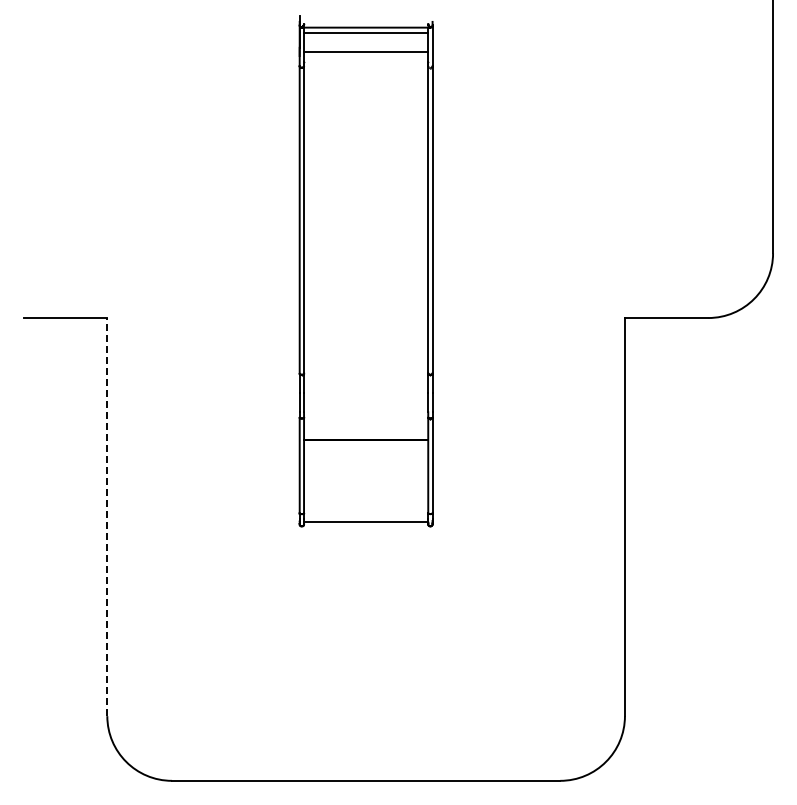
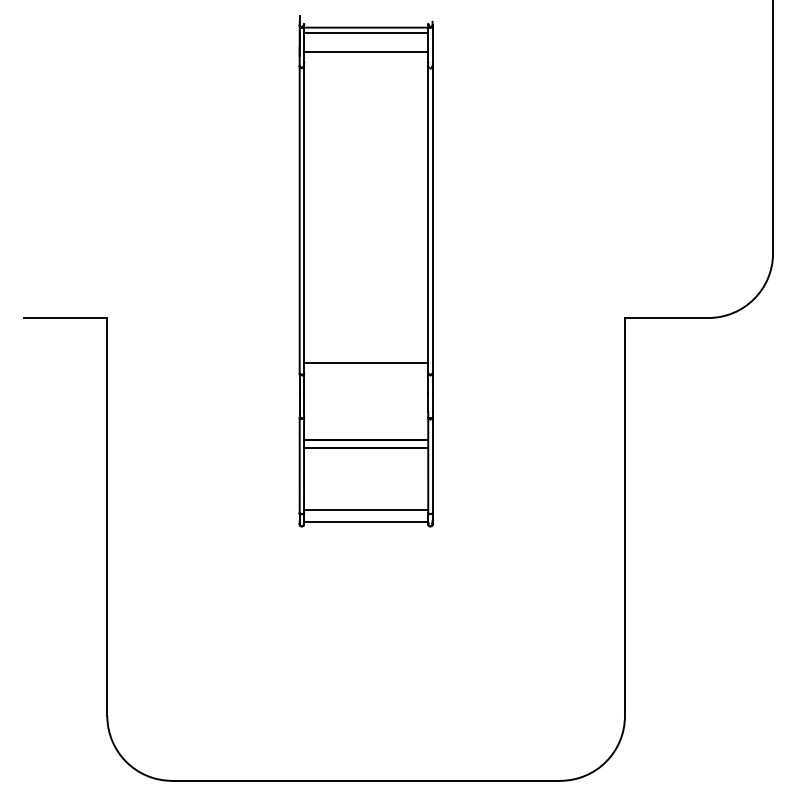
line at (366, 363): none -> present
line at (366, 447): none -> present
line at (366, 510): none -> present
line at (107, 516): dashed -> solid
